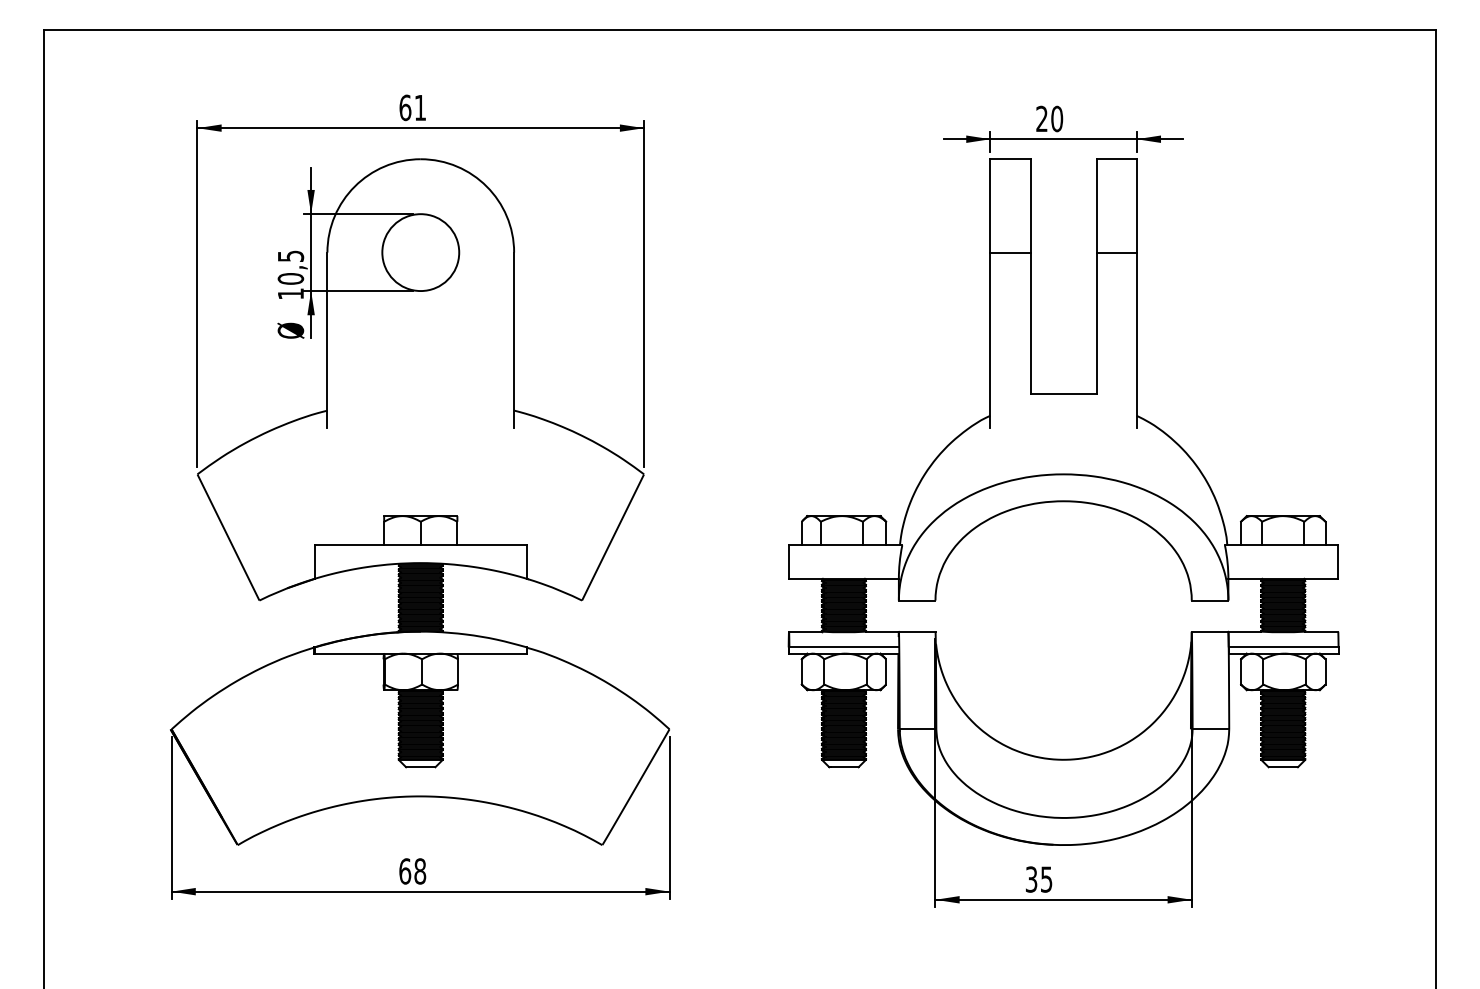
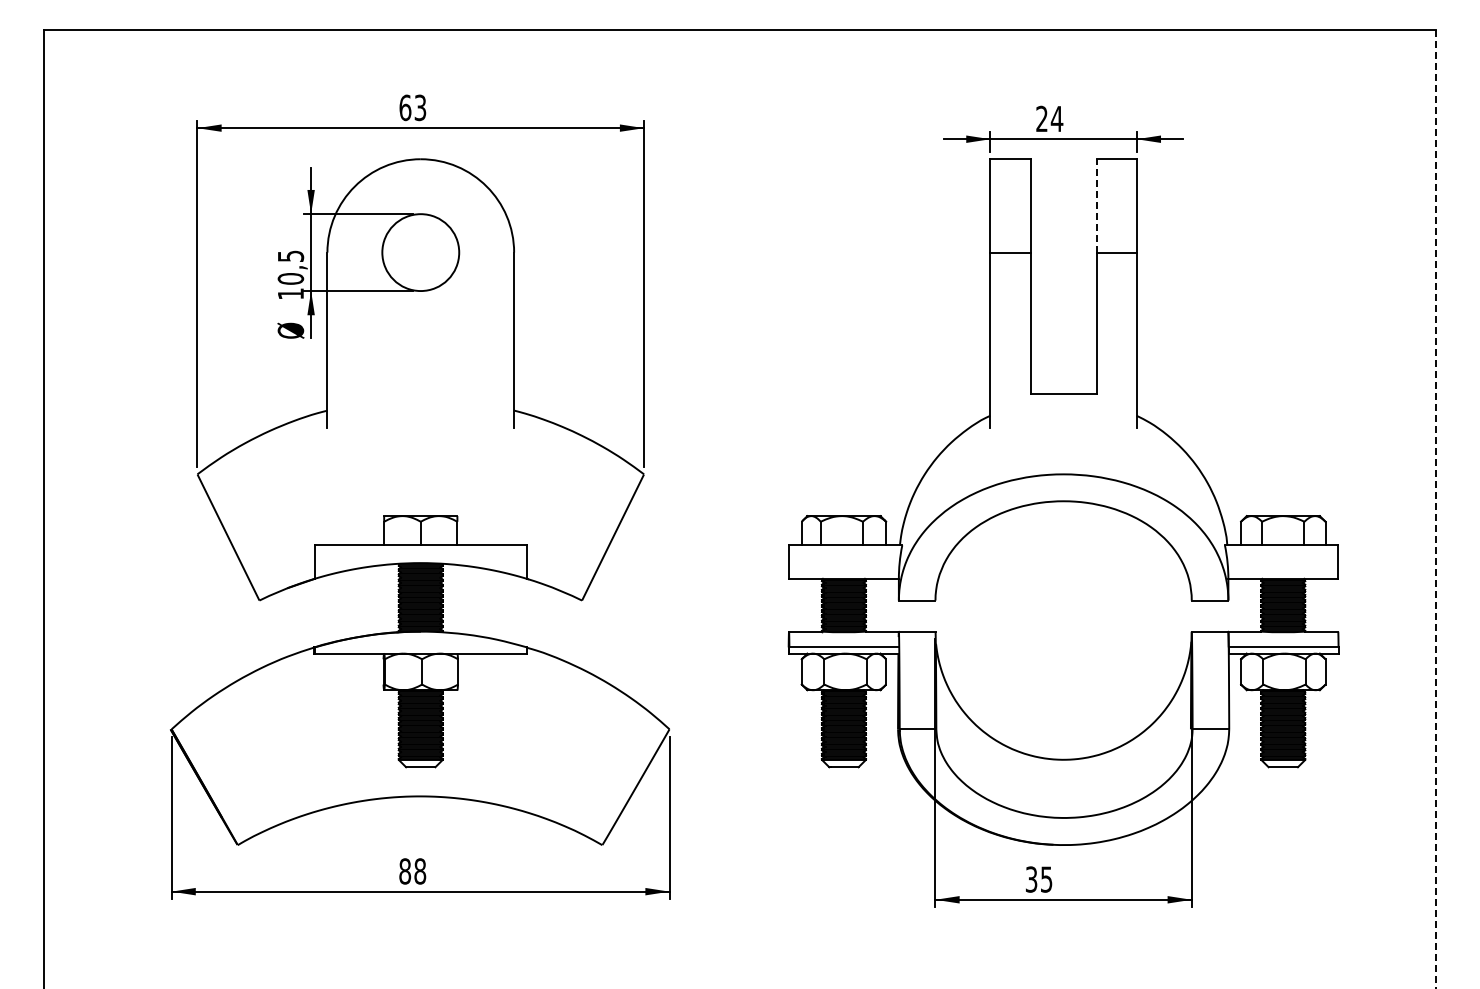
text at (420, 107): 61 -> 63
text at (1056, 118): 20 -> 24
line at (1096, 205): solid -> dashed
line at (1435, 509): solid -> dashed
text at (405, 871): 68 -> 88
